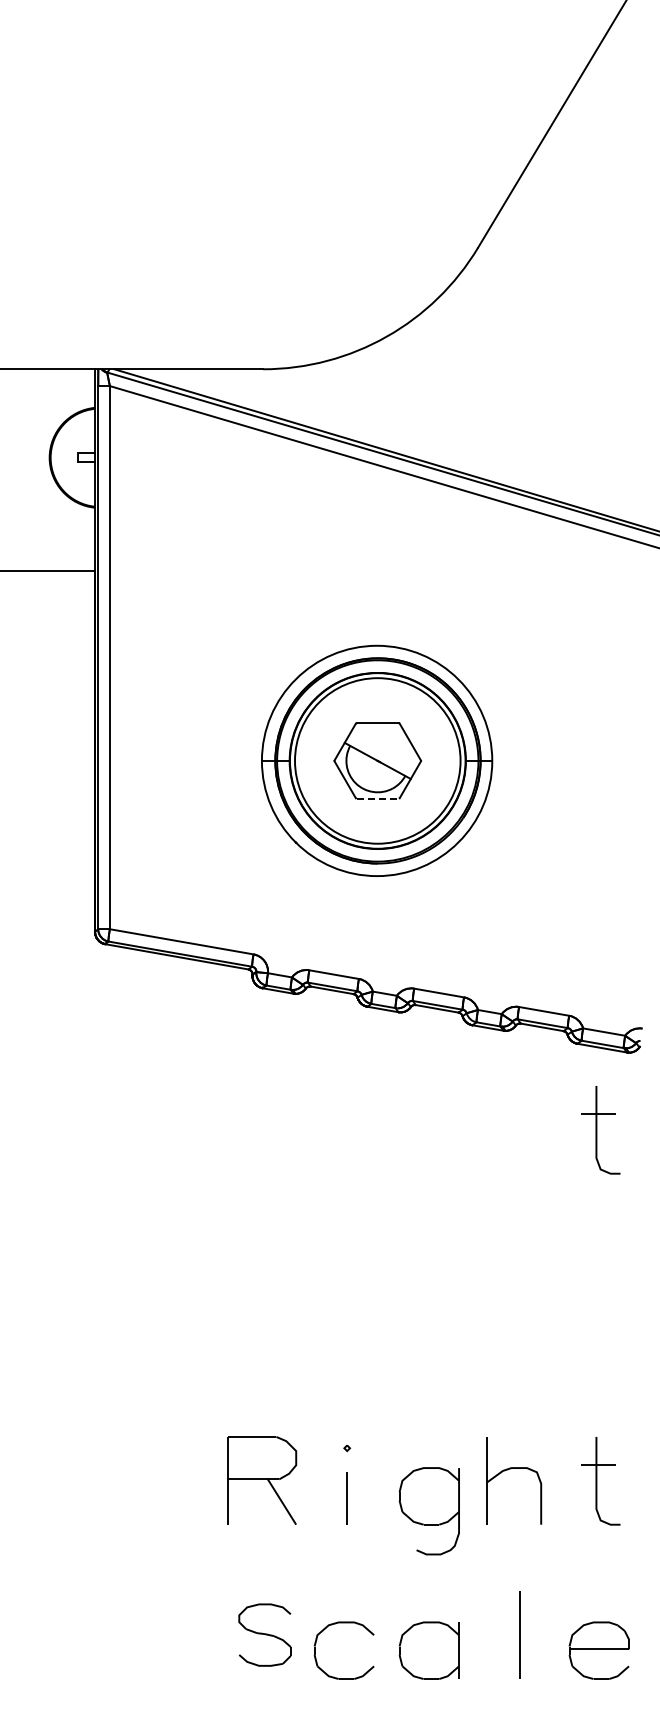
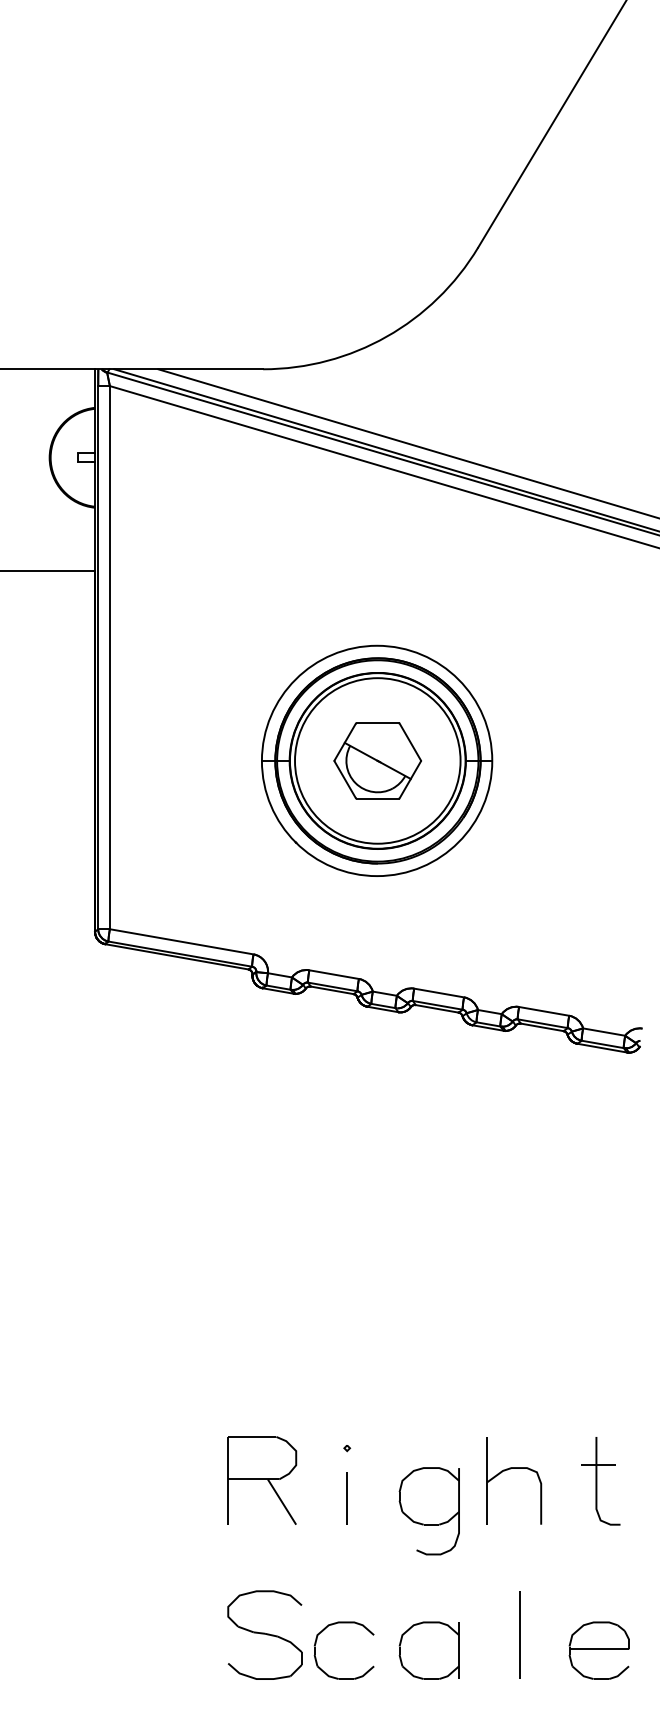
line at (407, 443): none -> present
line at (378, 798): dashed -> solid
part at (600, 1130): present -> none
part at (264, 1634) size: 54x64 px -> 76x90 px
